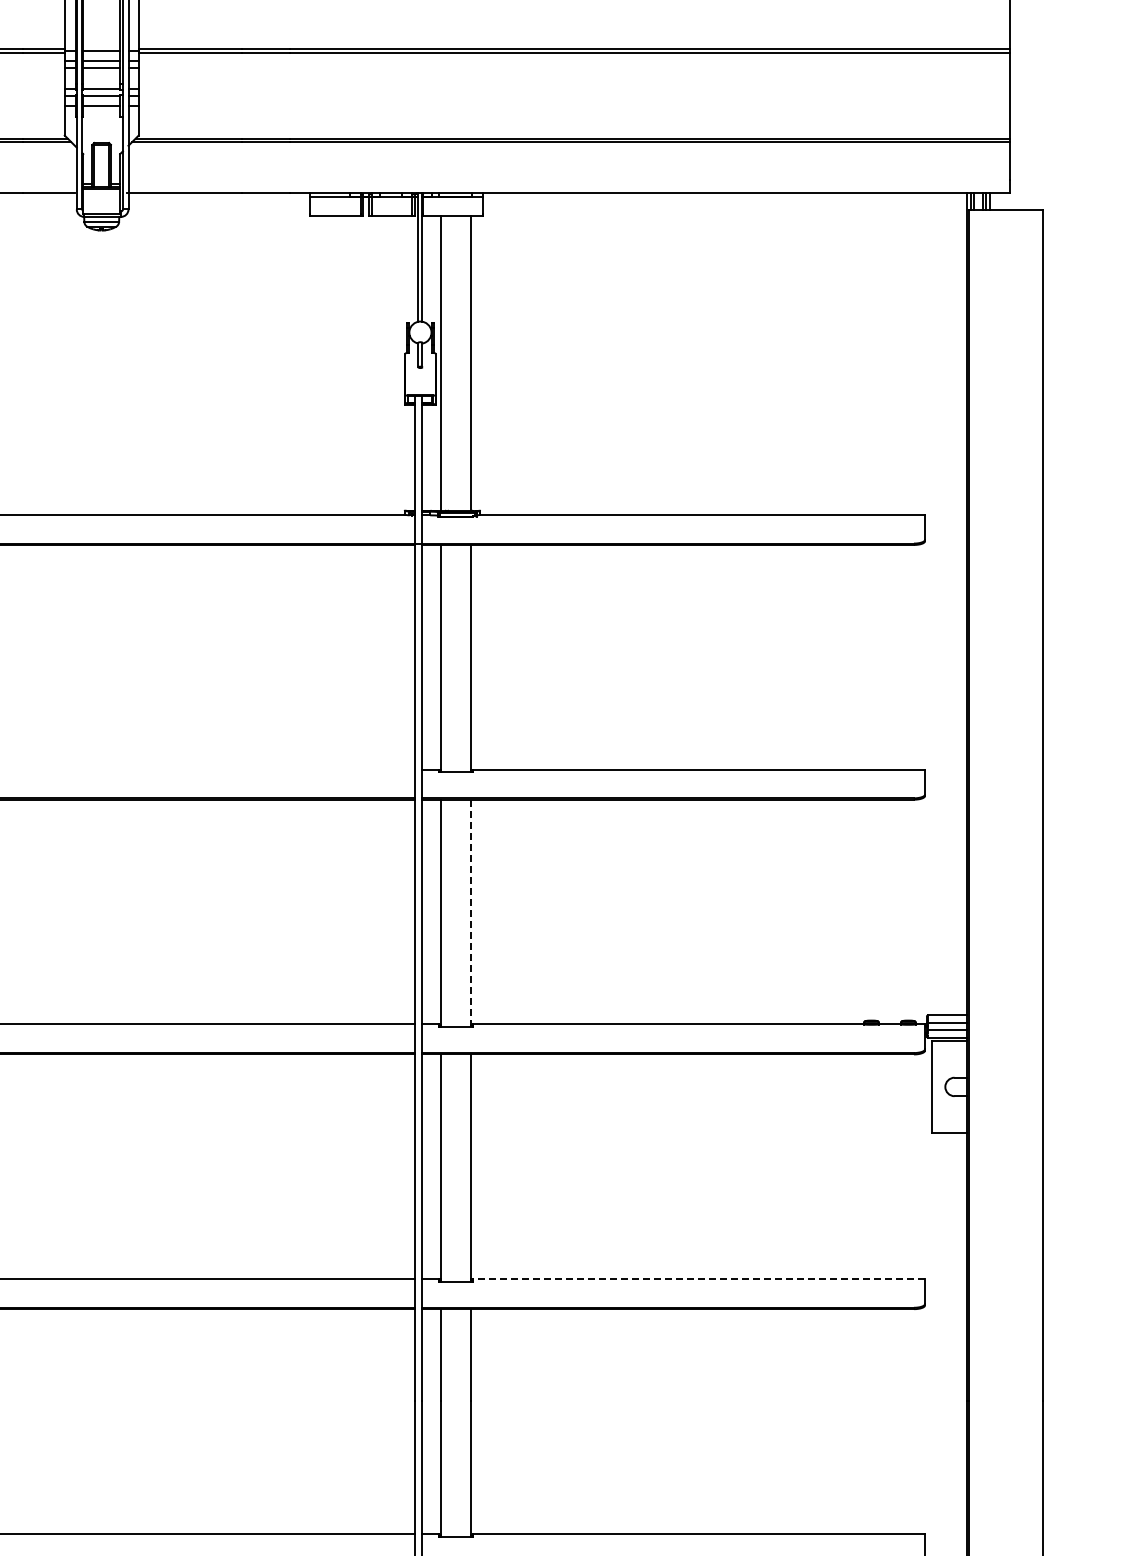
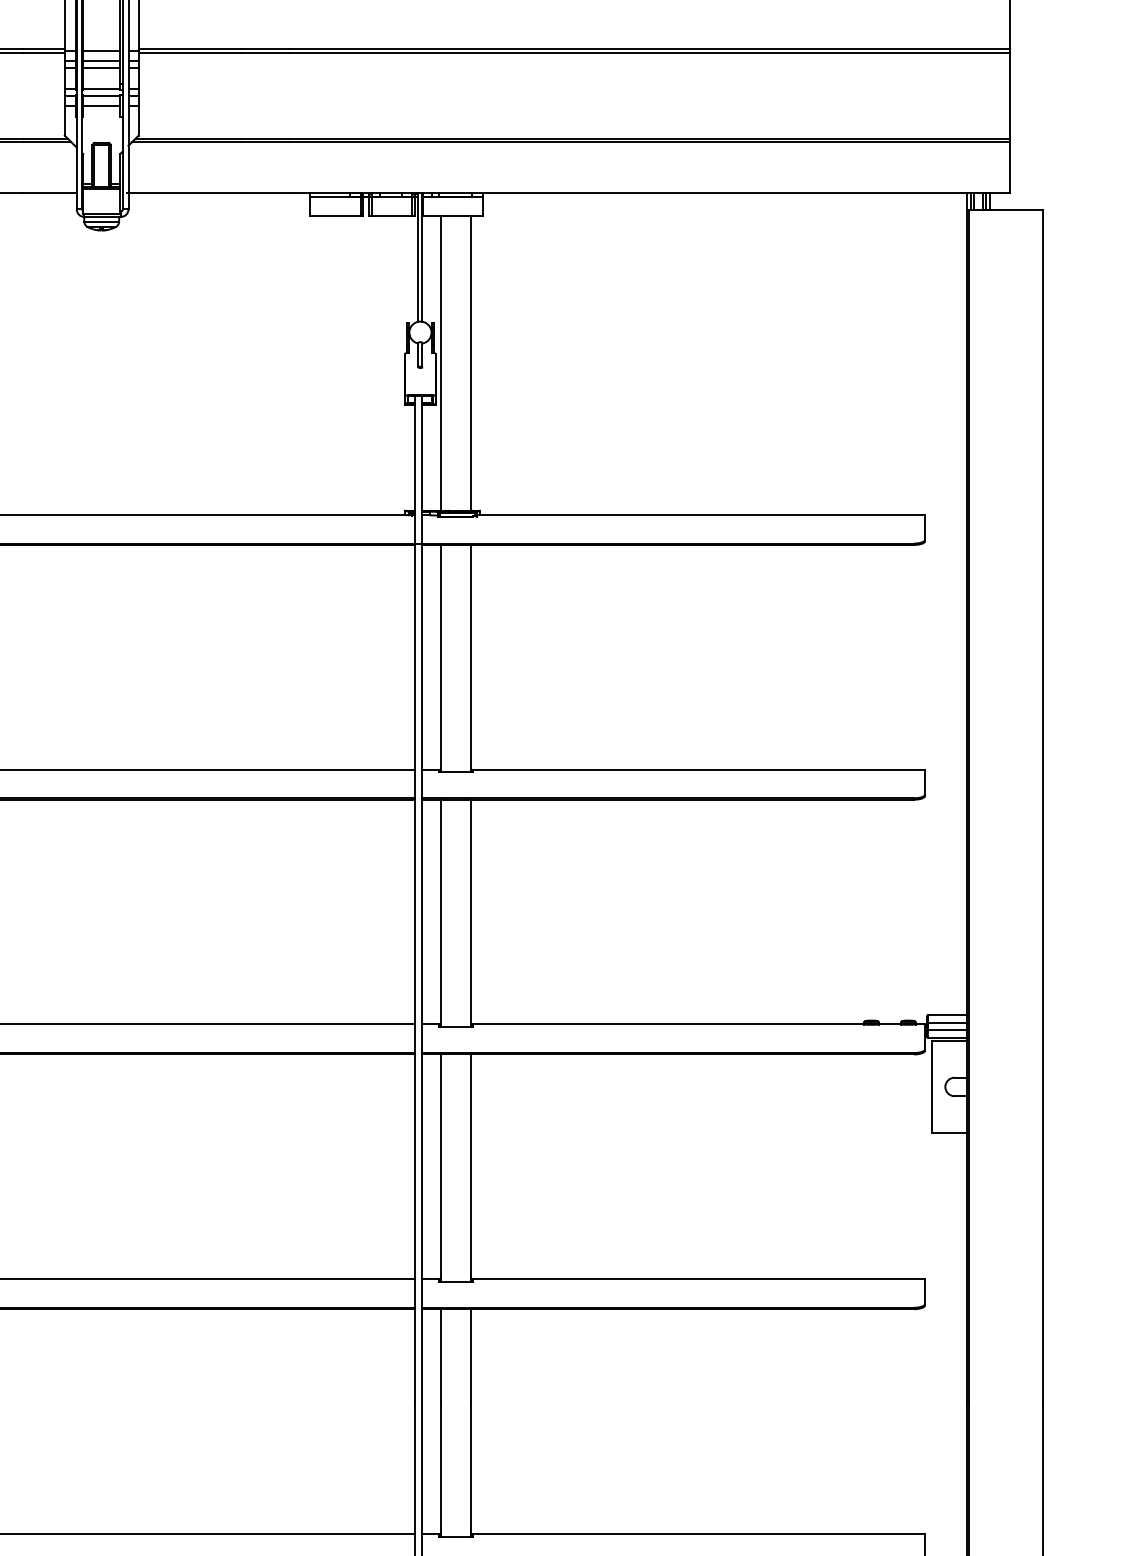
line at (208, 769): none -> present
line at (470, 913): dashed -> solid
line at (698, 1278): dashed -> solid
